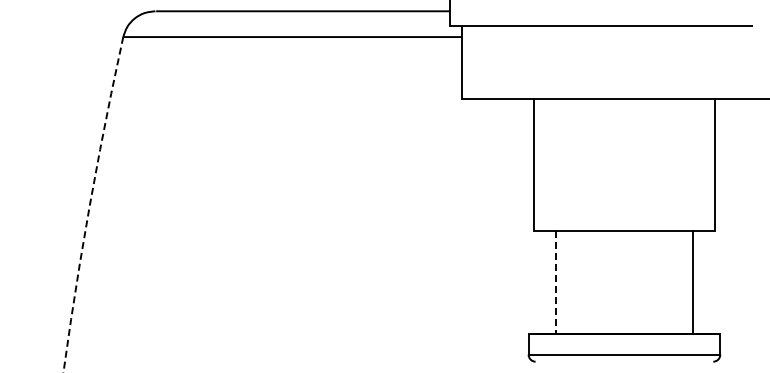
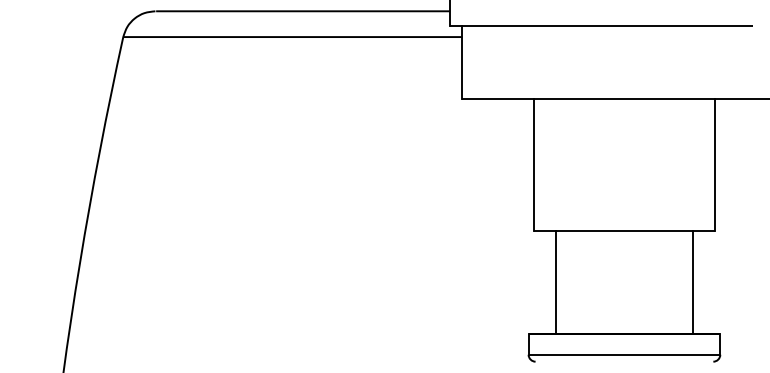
arc at (89, 205): dashed -> solid
line at (556, 283): dashed -> solid
